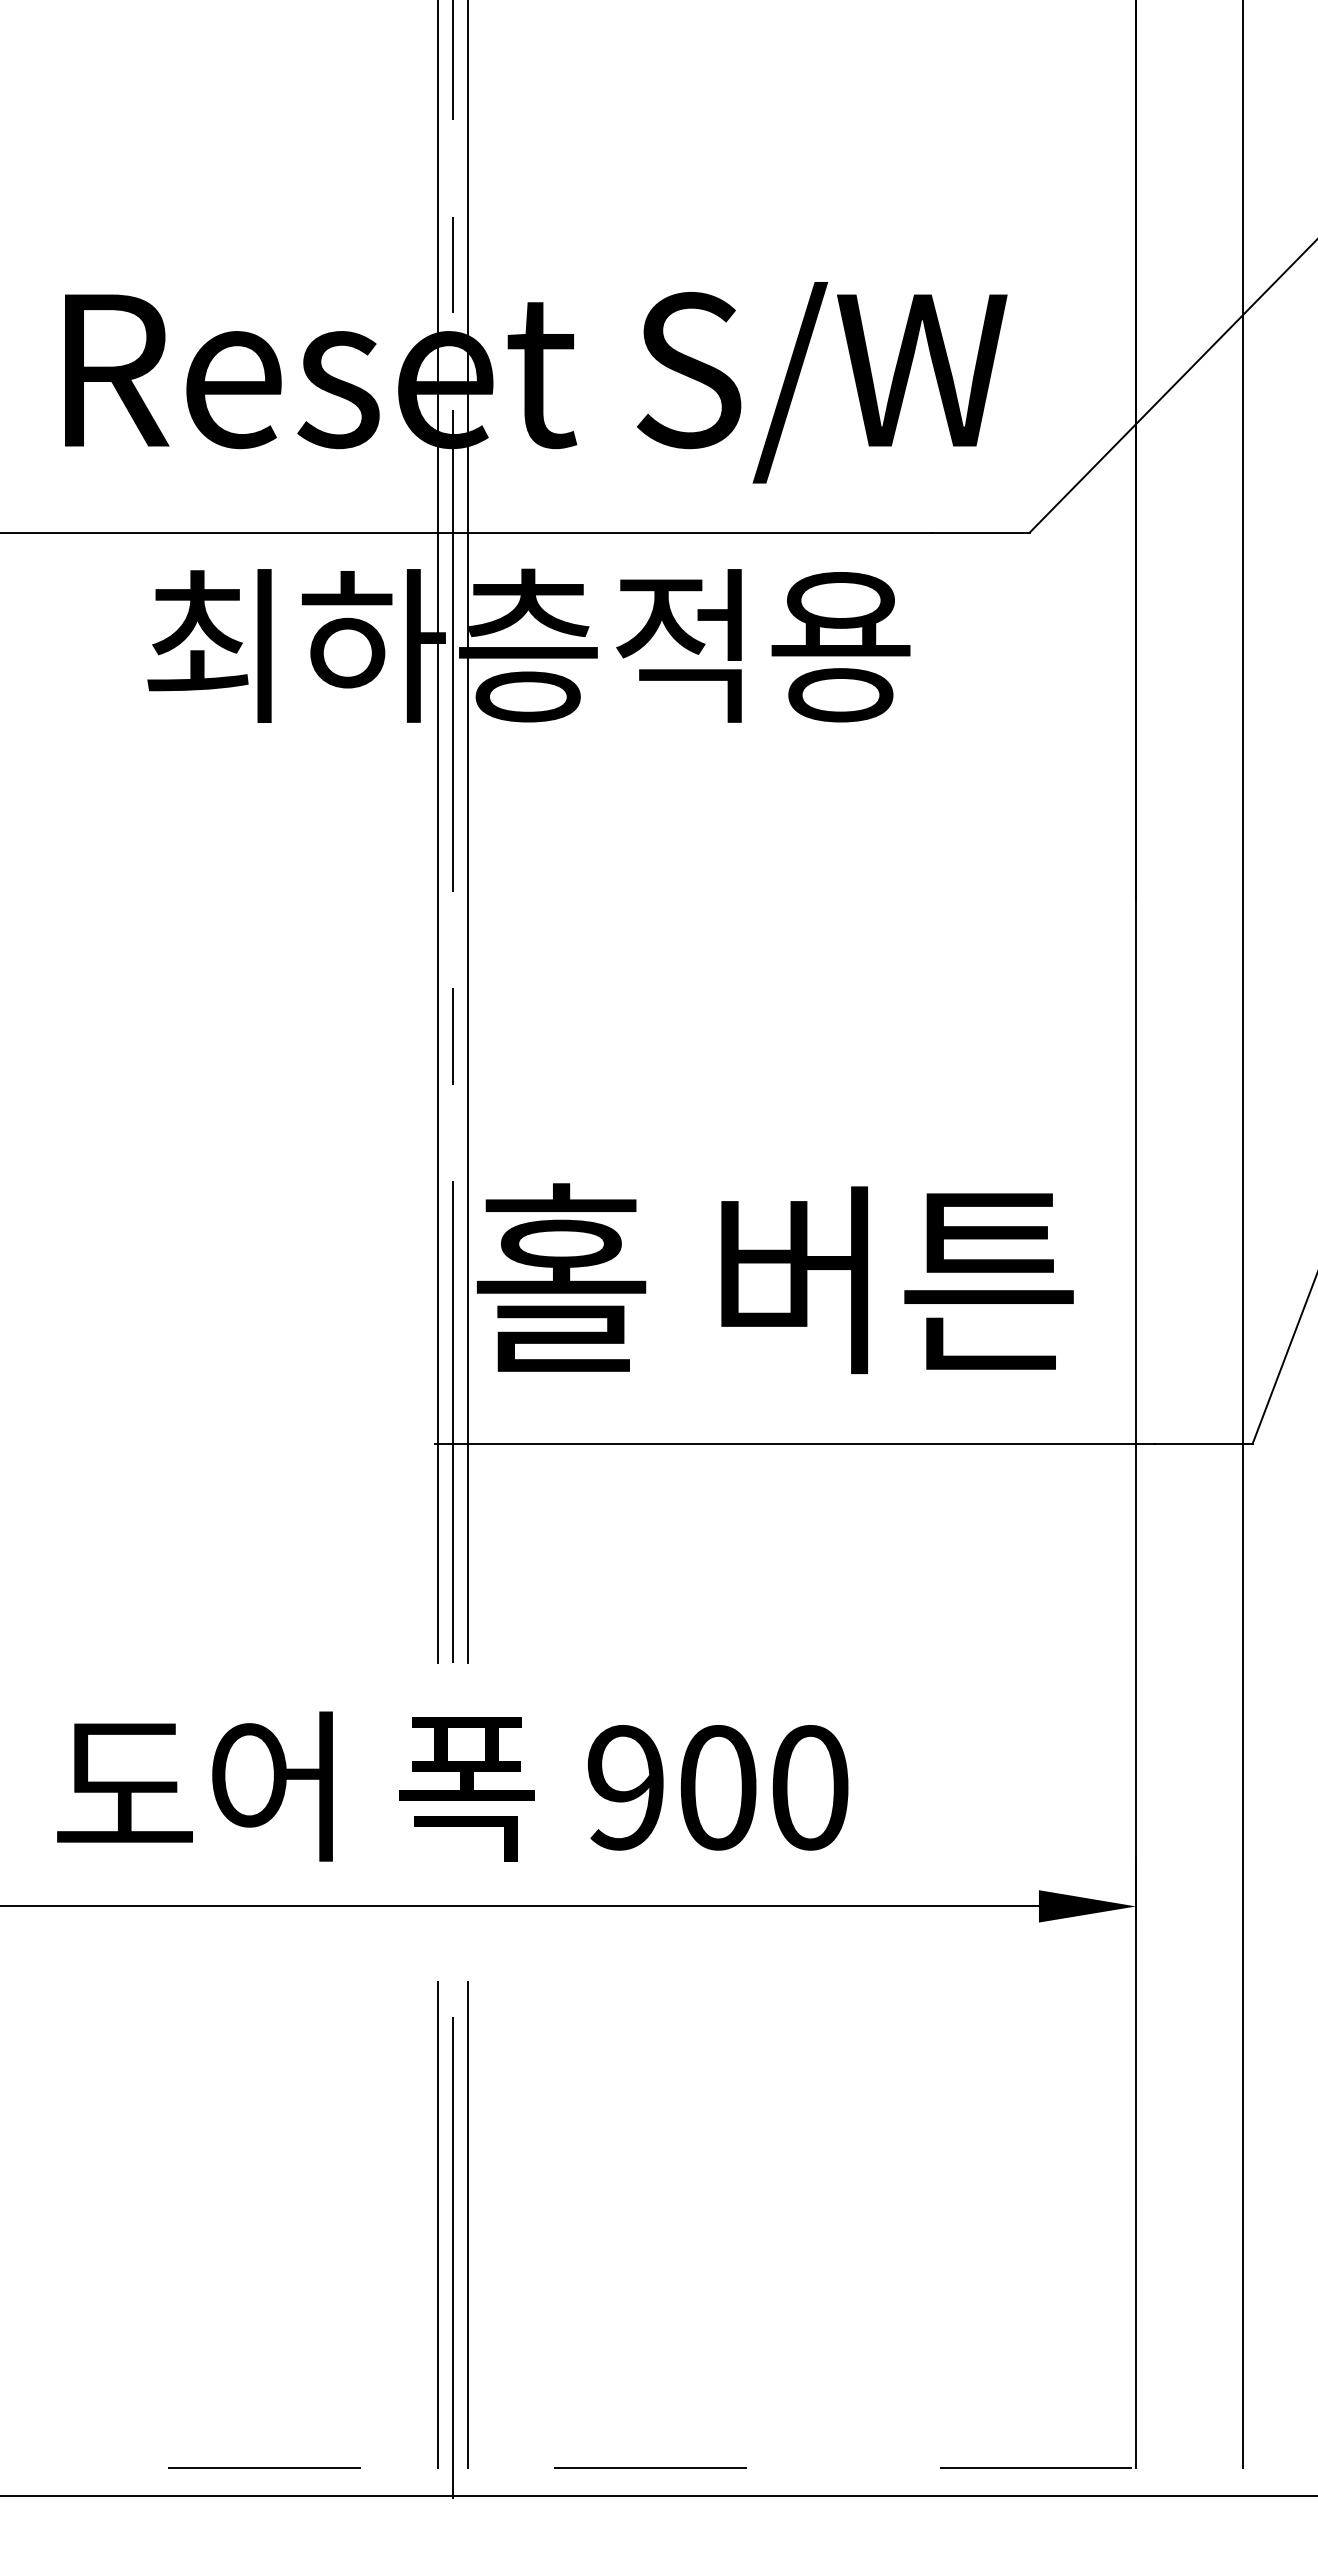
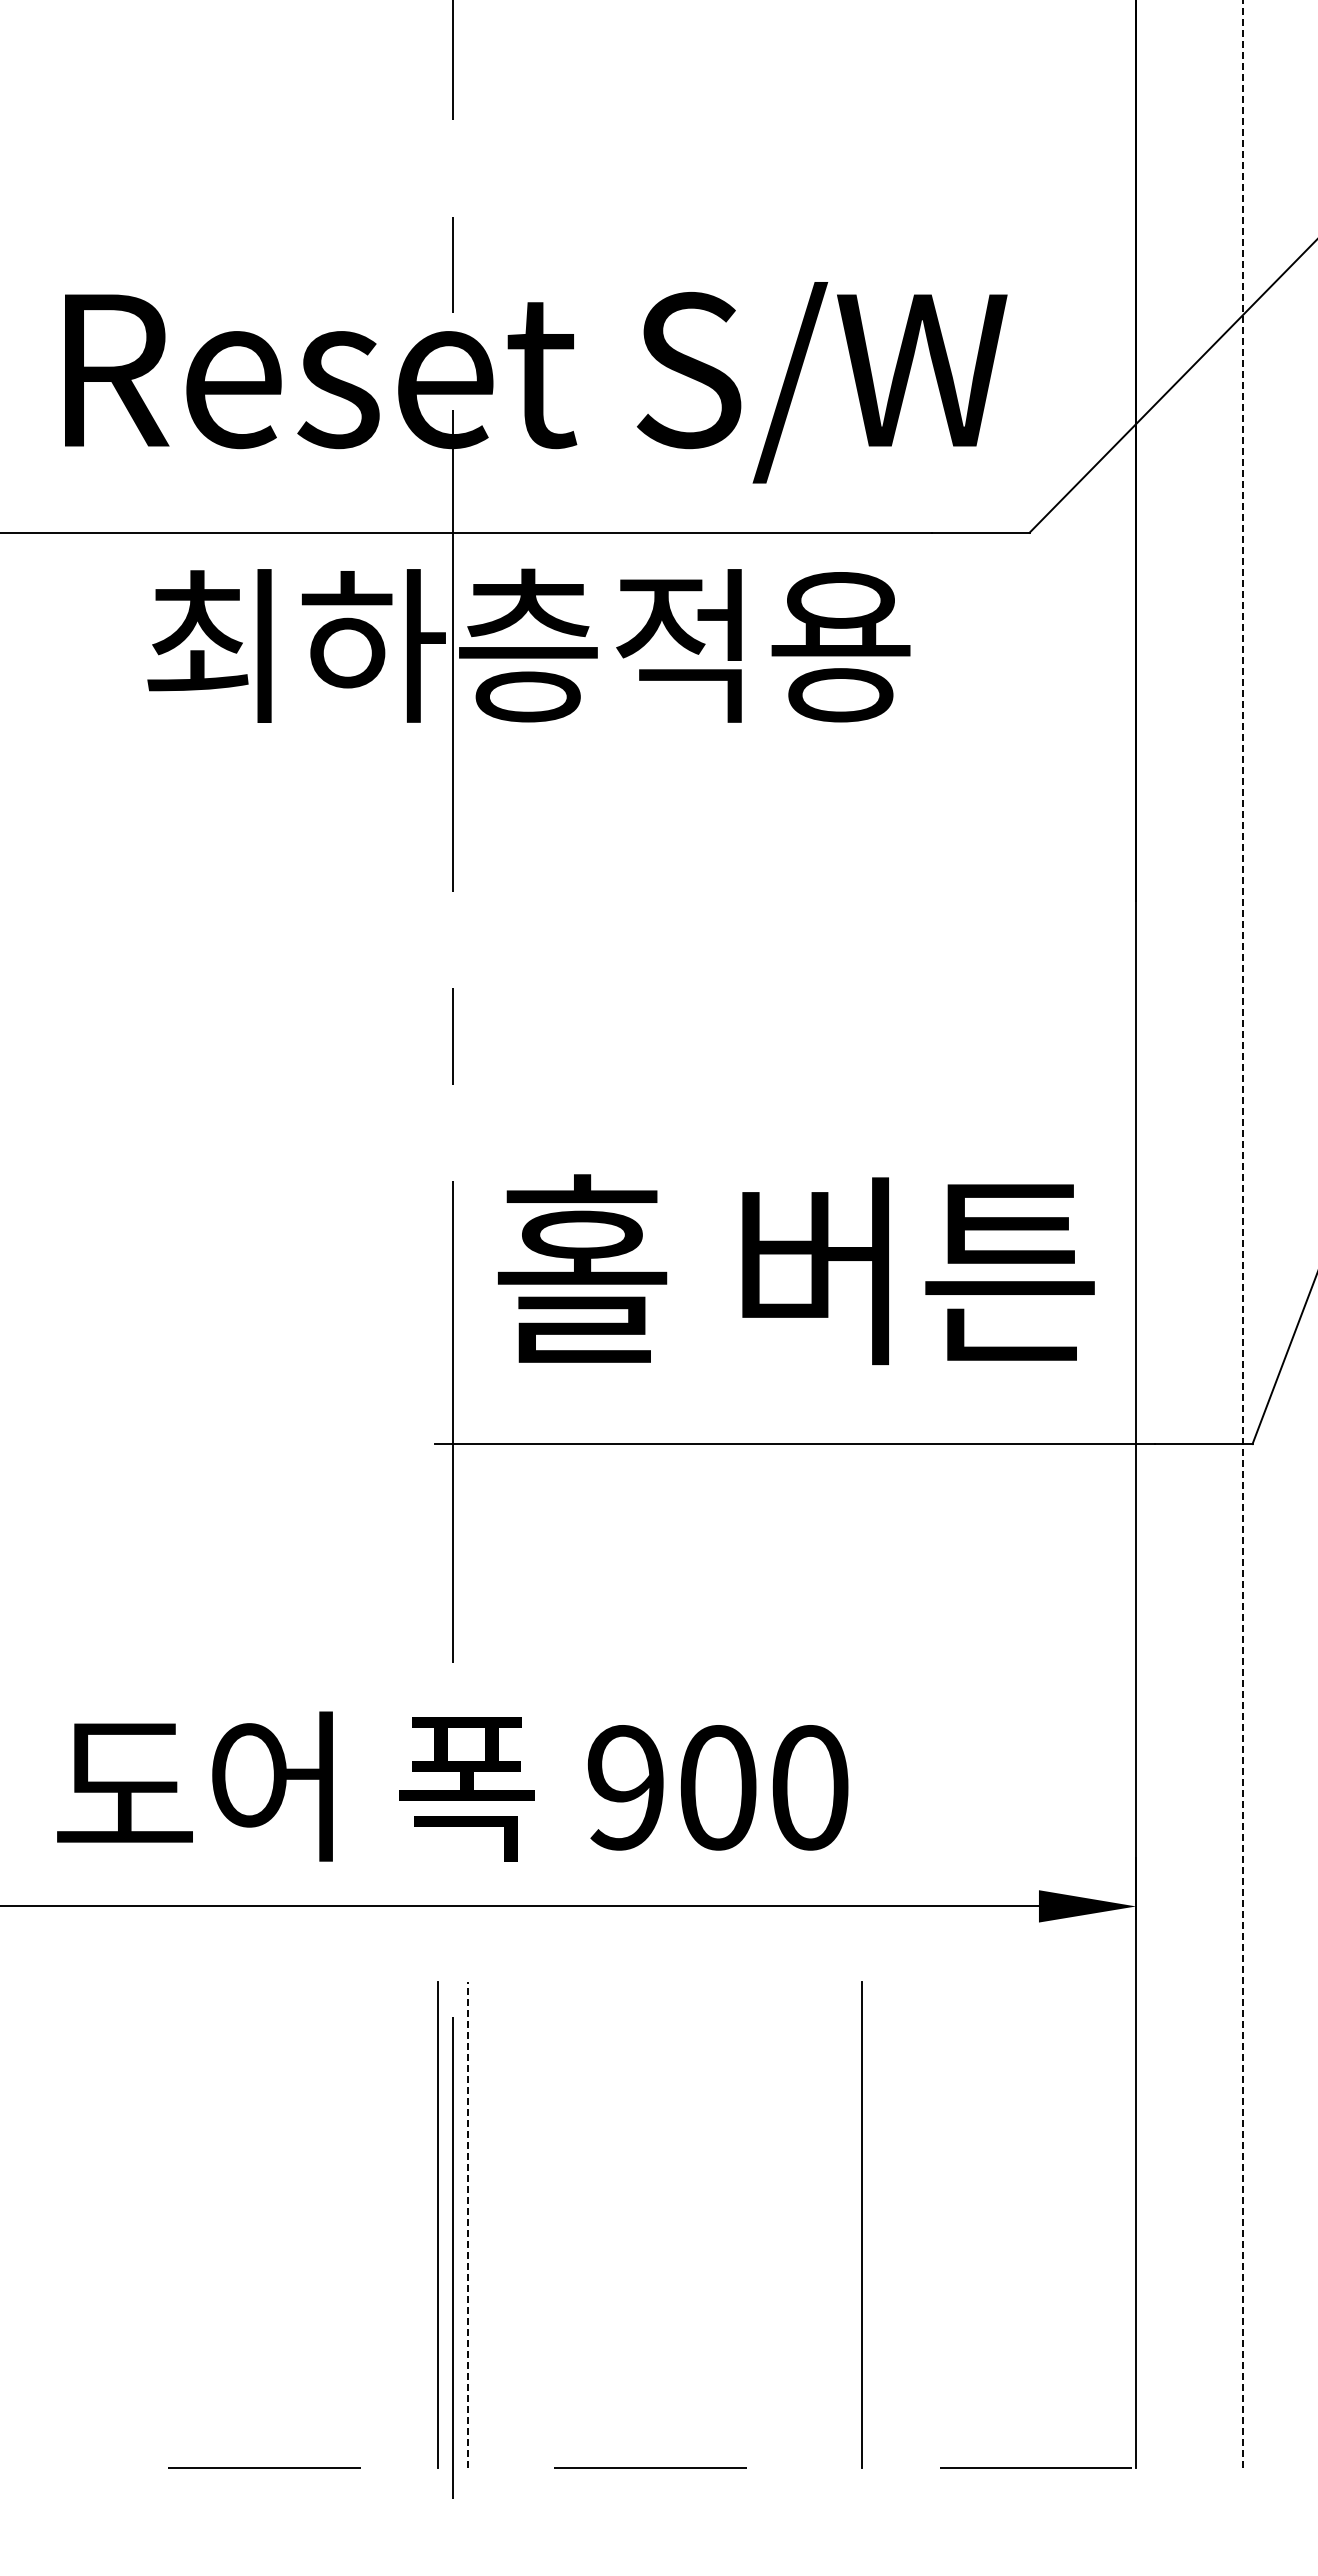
line at (437, 832): present -> none
line at (467, 832): present -> none
line at (1242, 1234): solid -> dashed
text at (775, 1278) position: (775, 1278) -> (796, 1269)
line at (467, 2224): solid -> dashed
line at (861, 2224): none -> present
line at (658, 2495): present -> none
